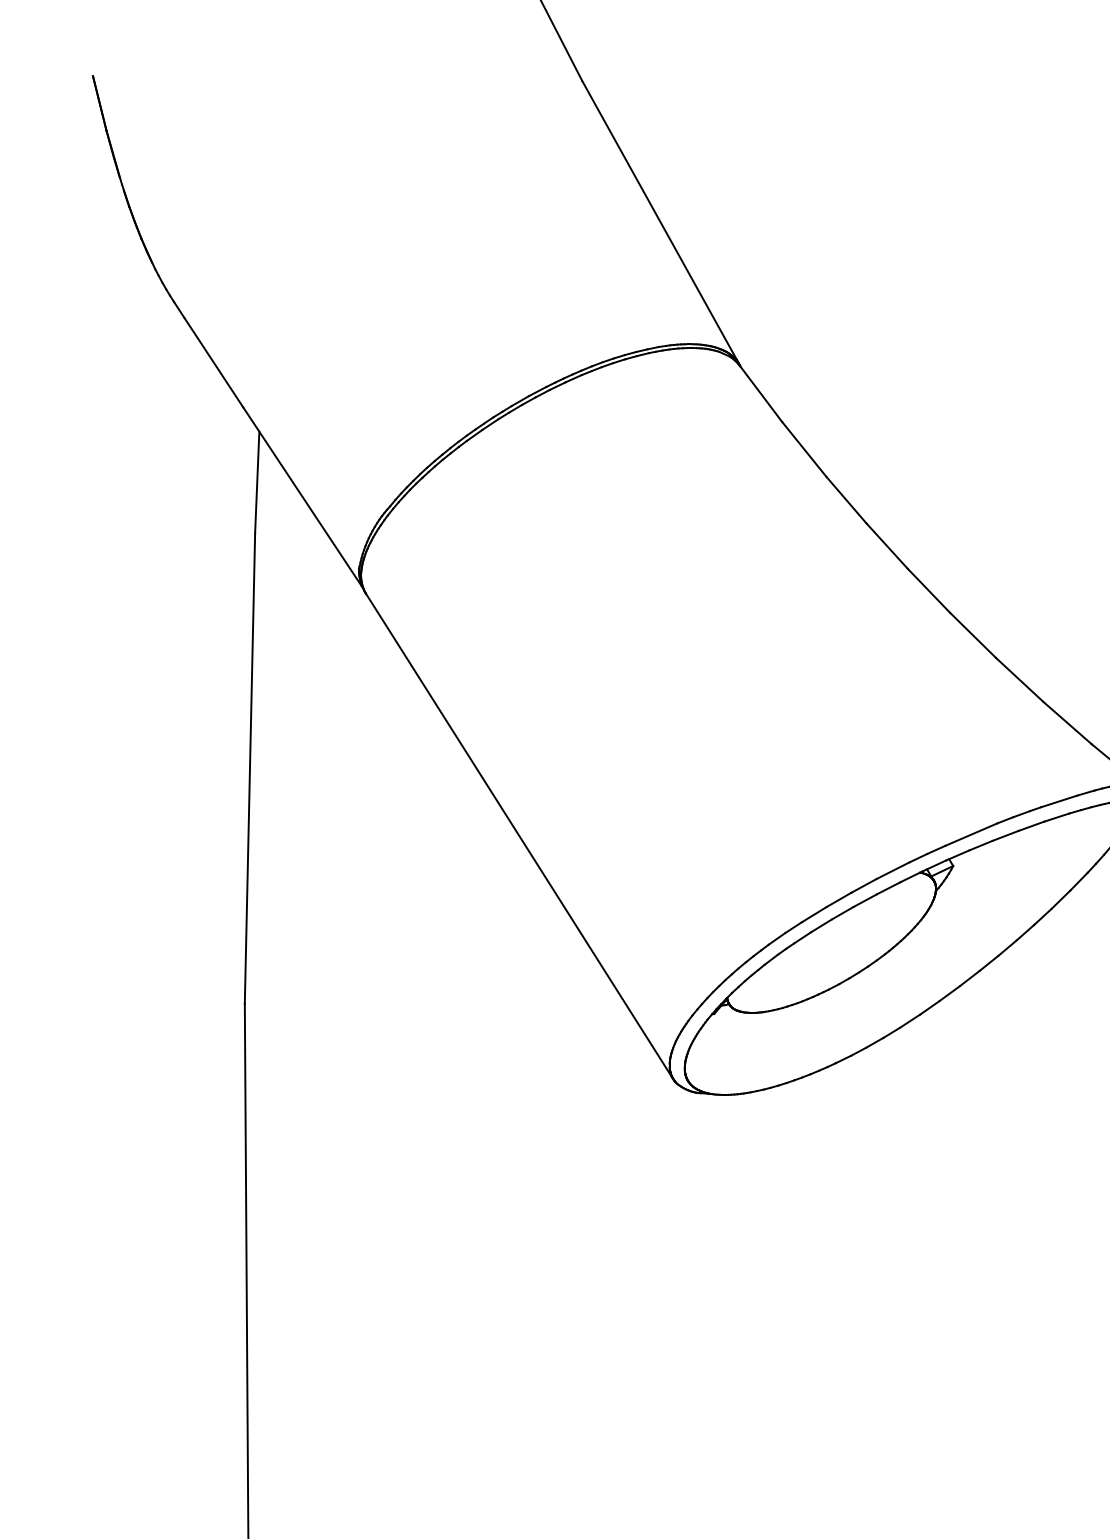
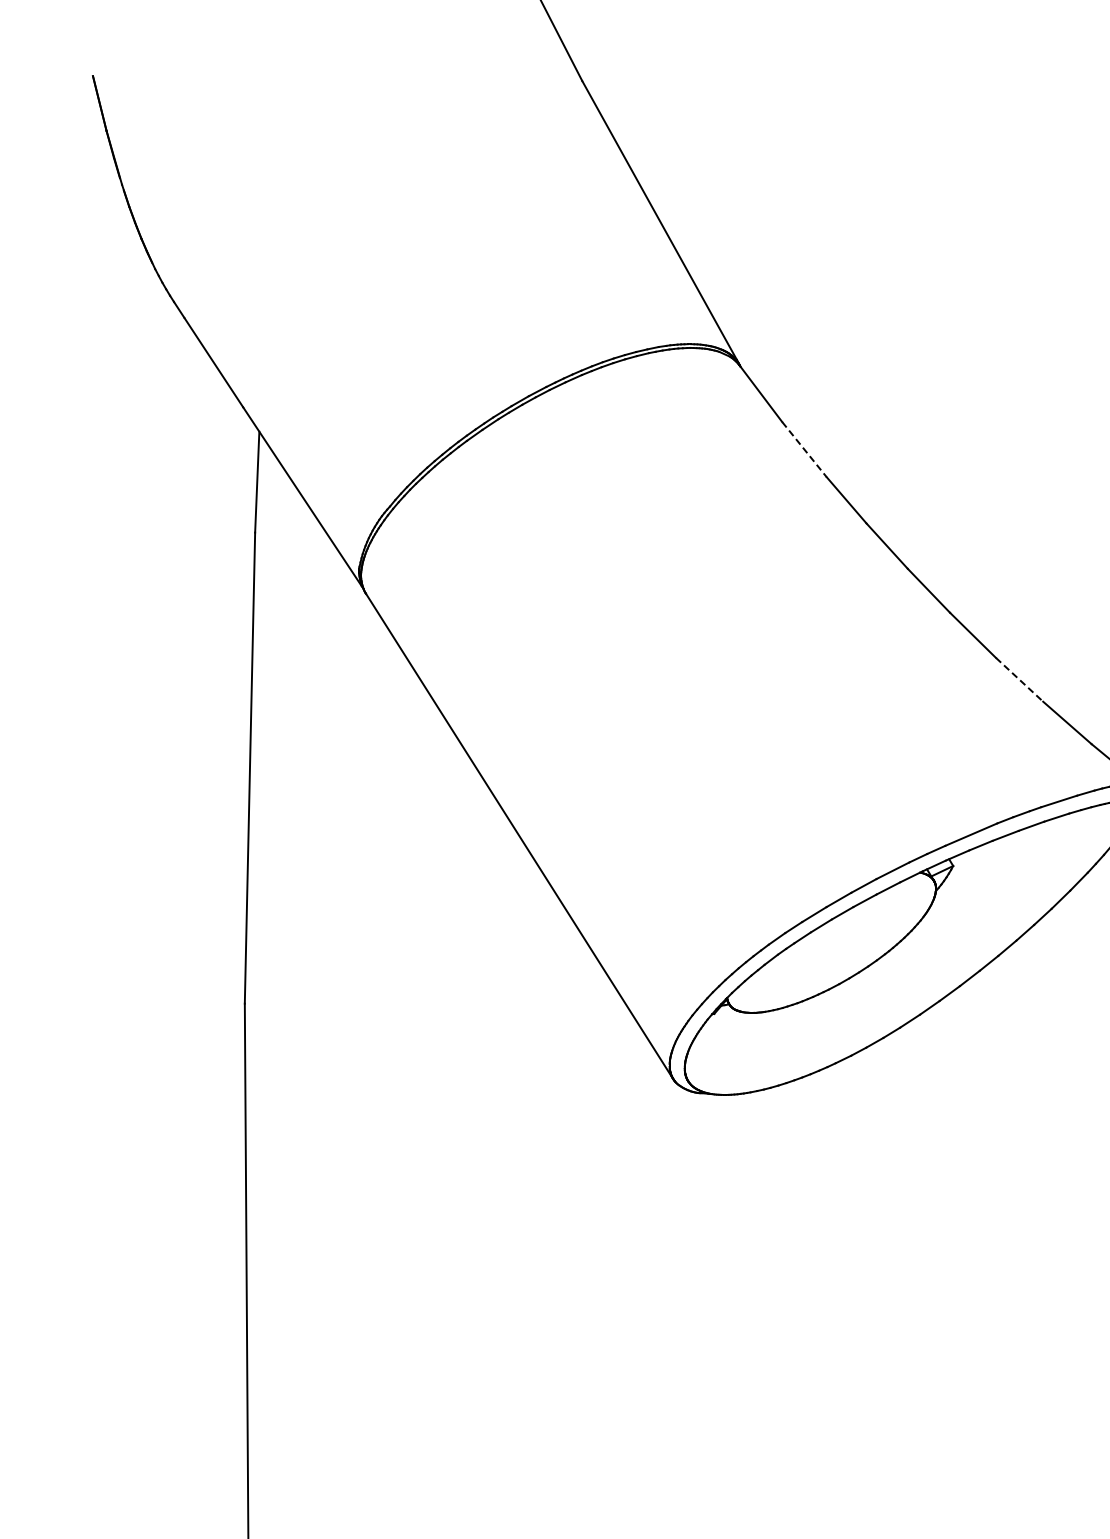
line at (804, 449): solid -> dashed
line at (1019, 680): solid -> dashed
